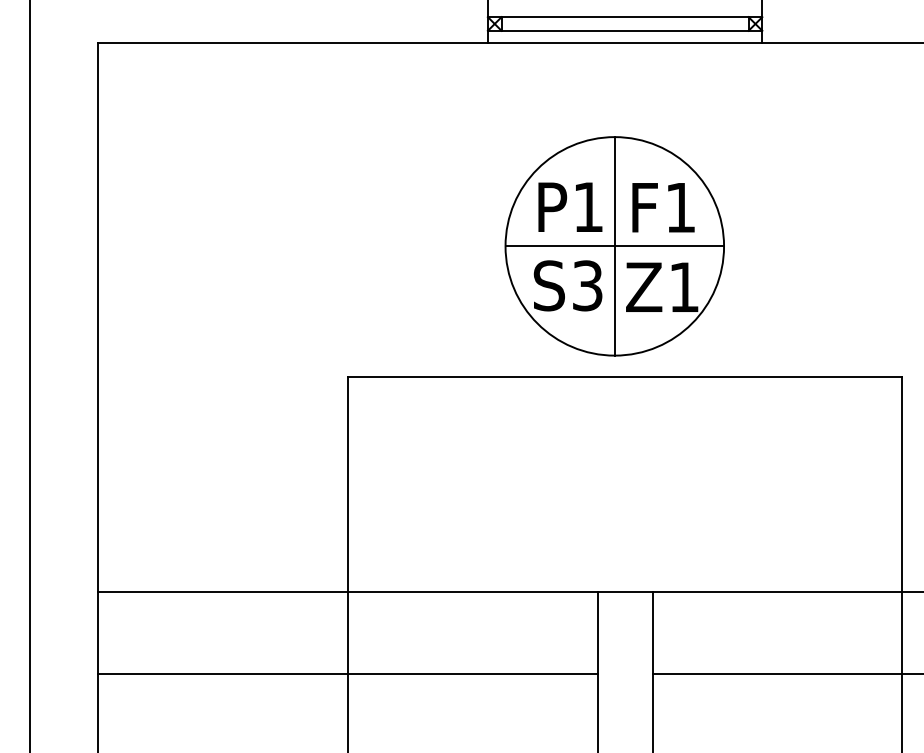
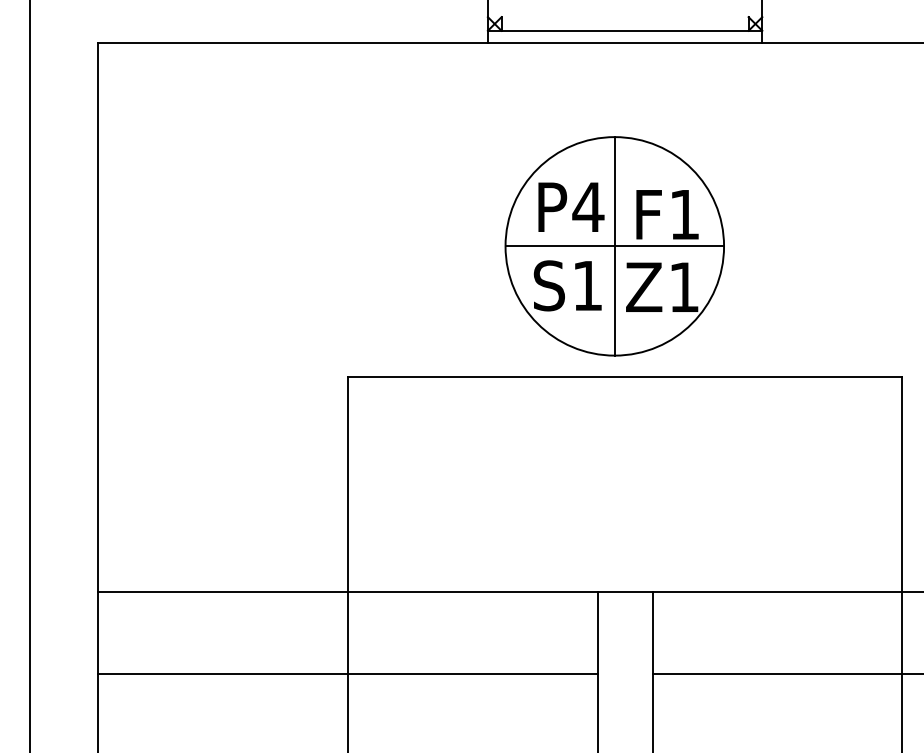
line at (624, 17): present -> none
text at (588, 206): P1 -> P4
text at (663, 207) position: (663, 207) -> (667, 214)
text at (587, 285): S3 -> S1
